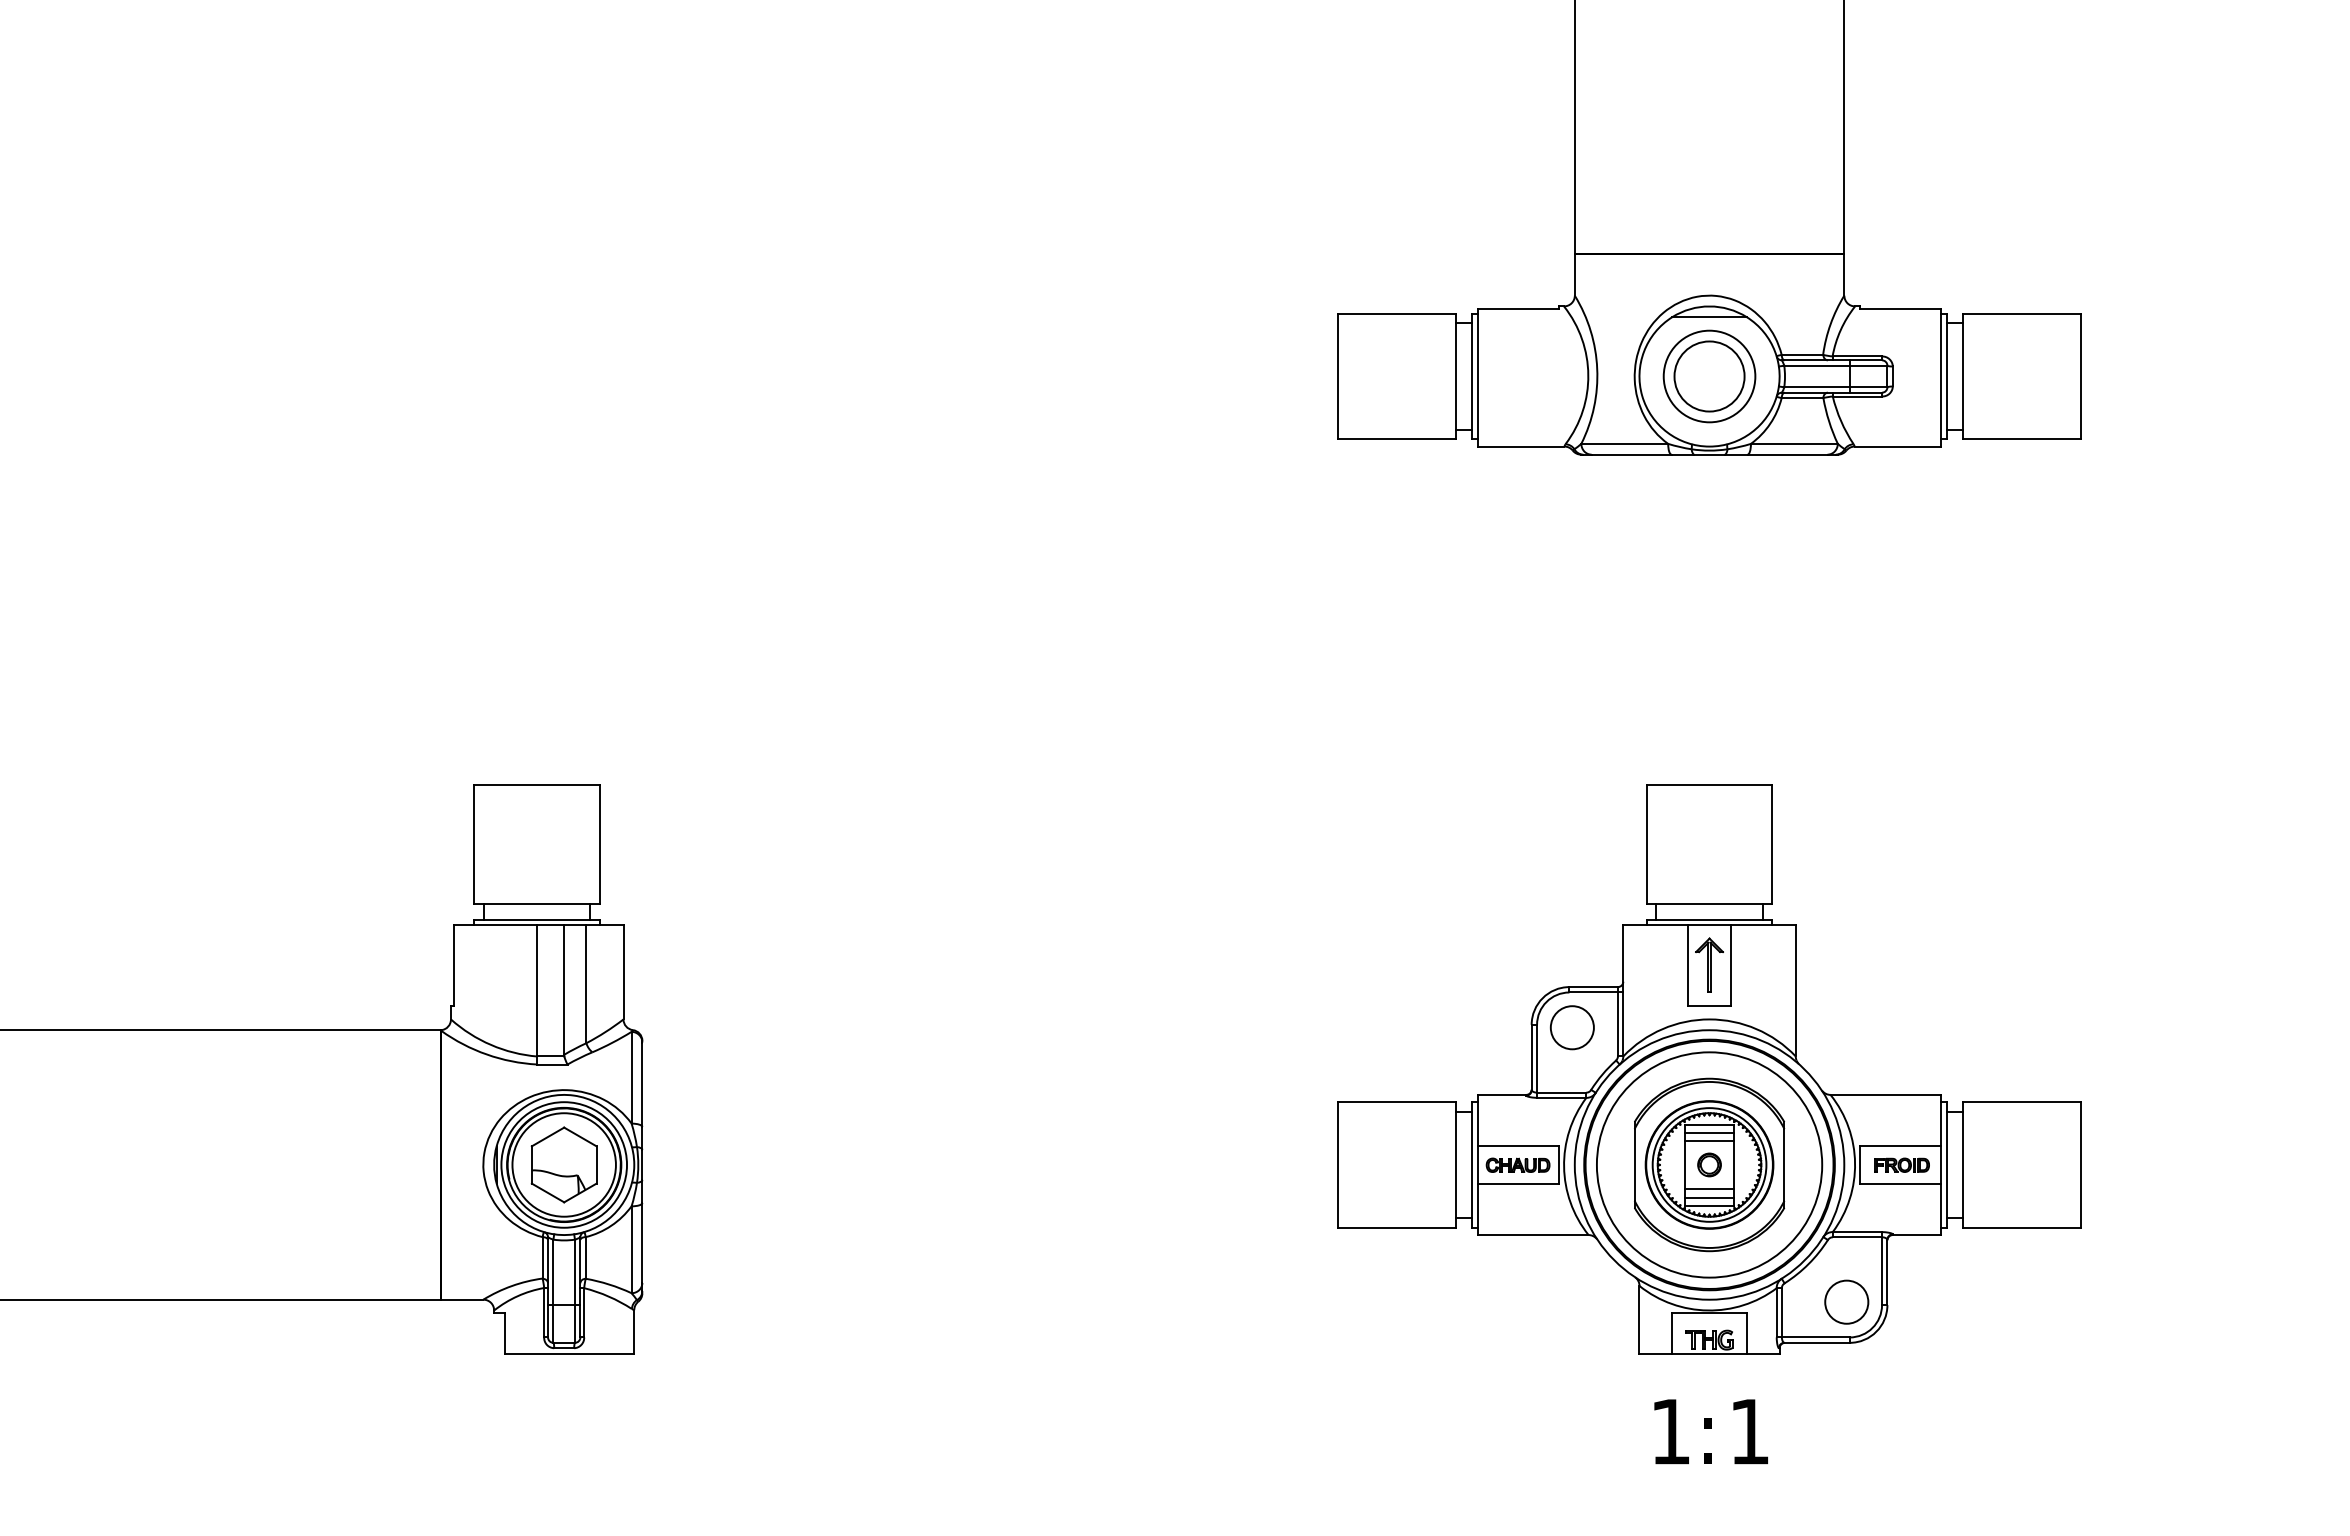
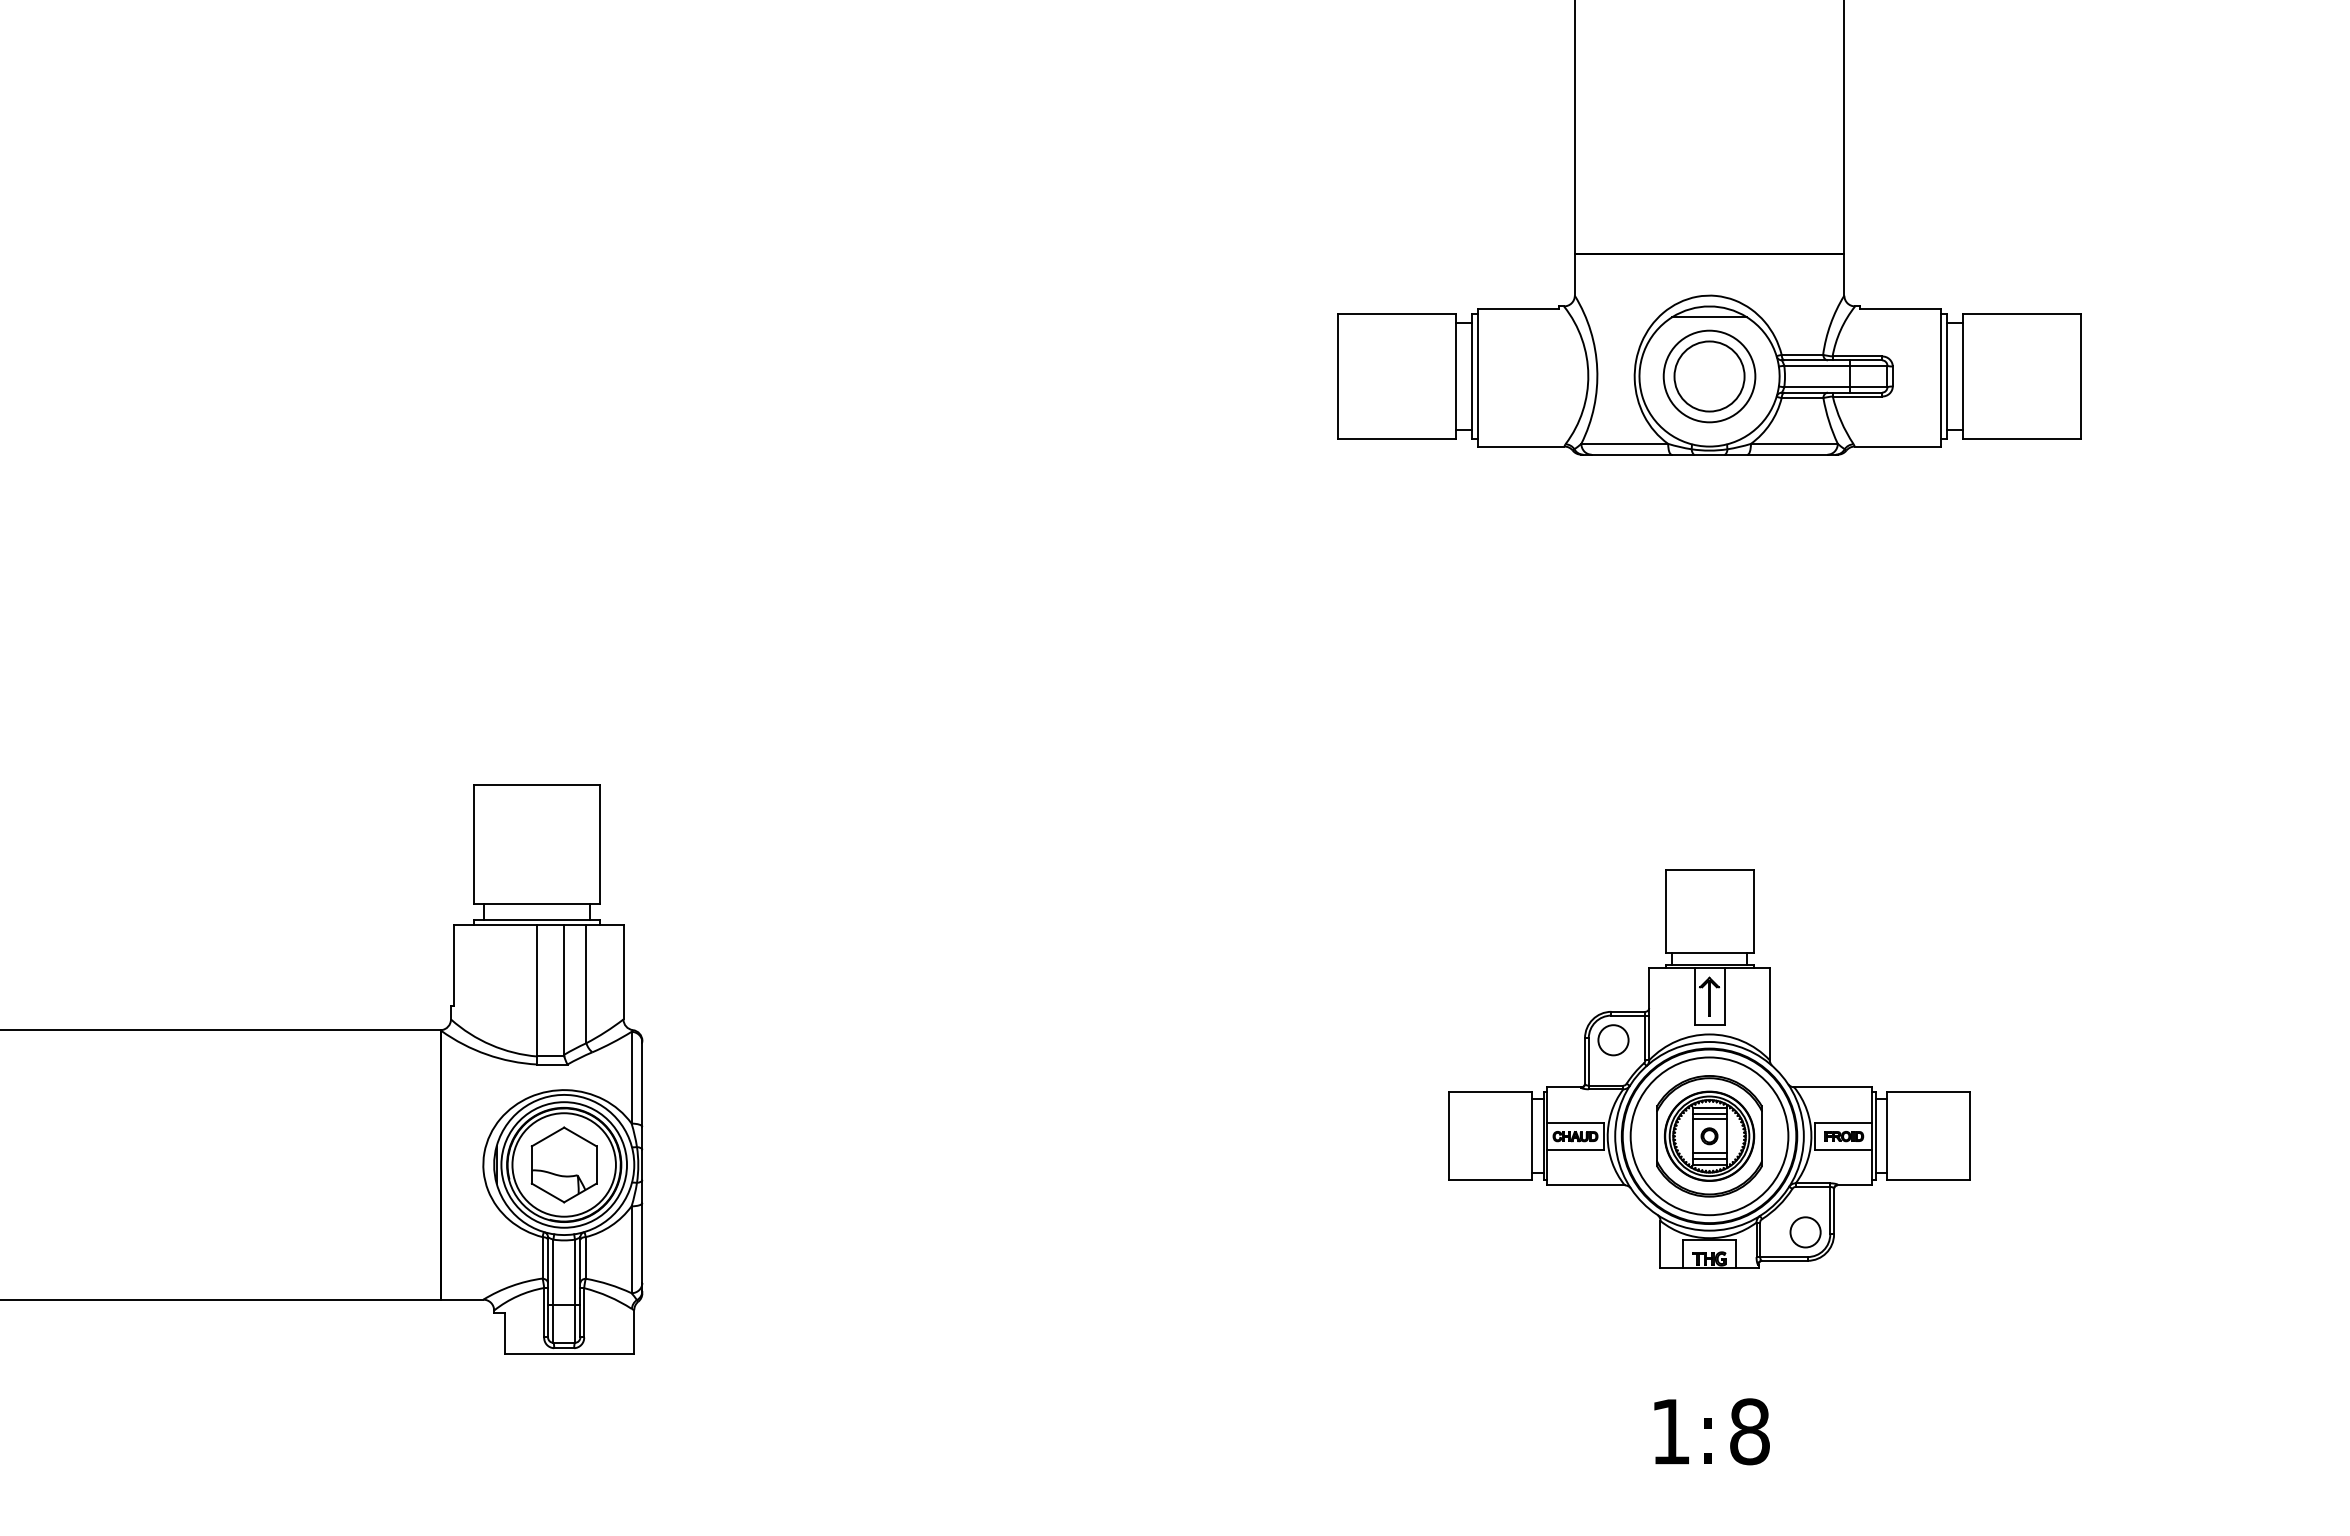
part at (1709, 1069) size: 745x571 px -> 523x400 px
text at (1749, 1431): 1 -> 8
